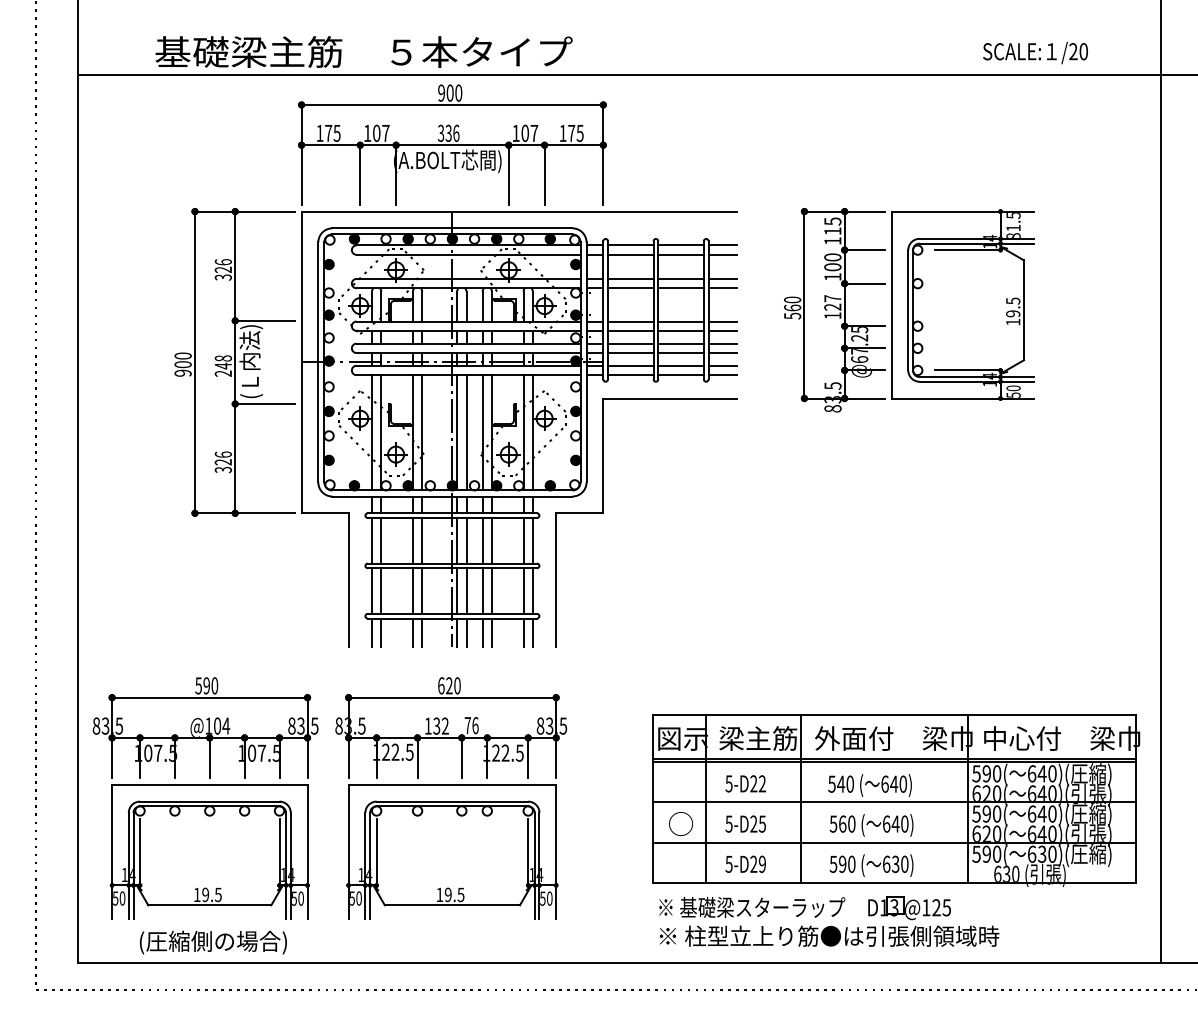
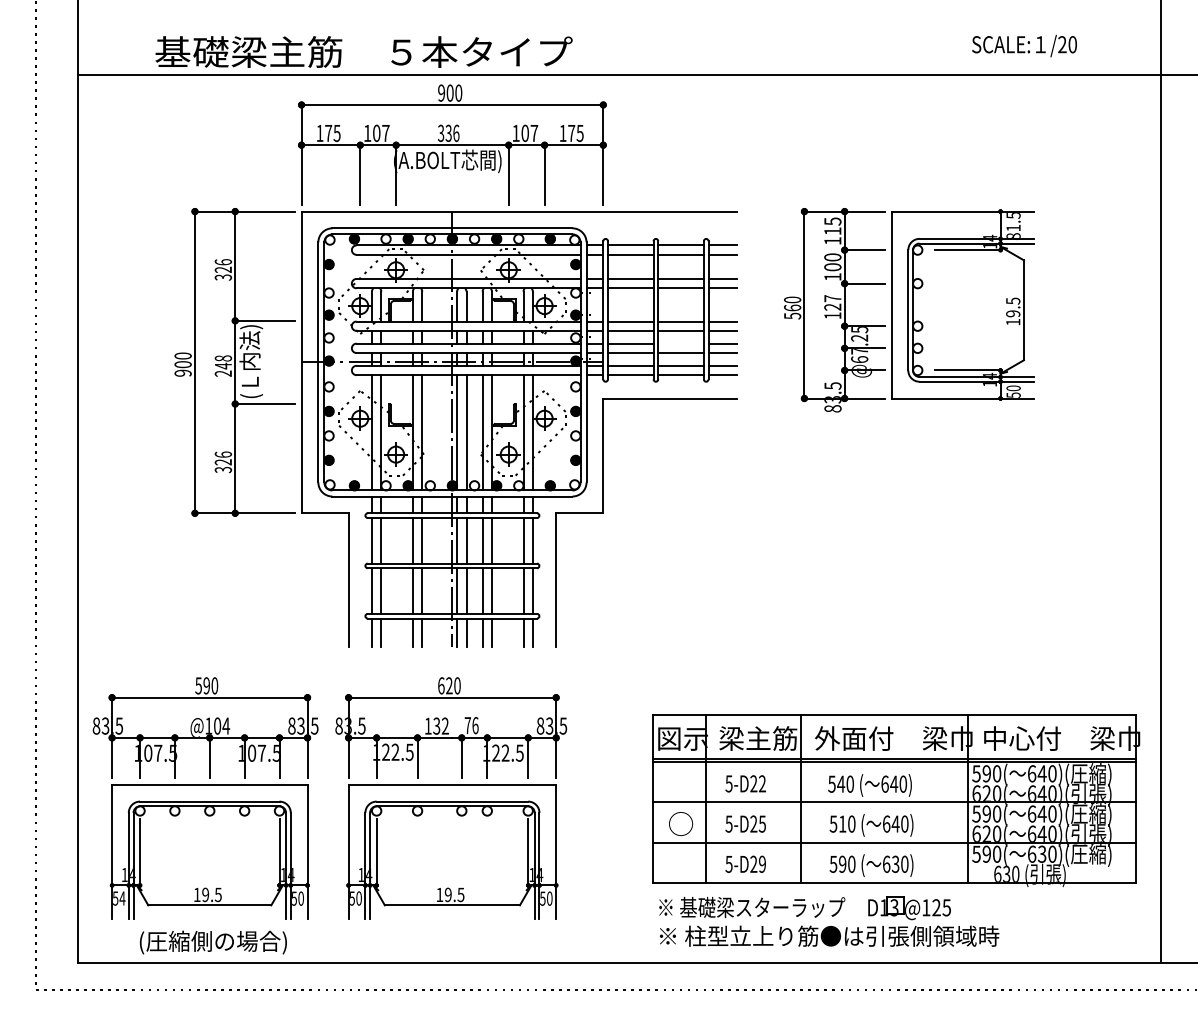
text at (1035, 52) position: (1035, 52) -> (1024, 45)
line at (680, 343): present -> none
text at (842, 823): 560 -> 510
text at (122, 898): 50 -> 54
